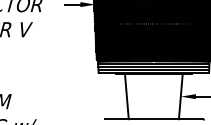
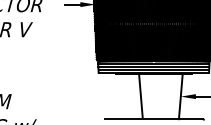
line at (126, 96) position: (126, 96) -> (140, 95)
